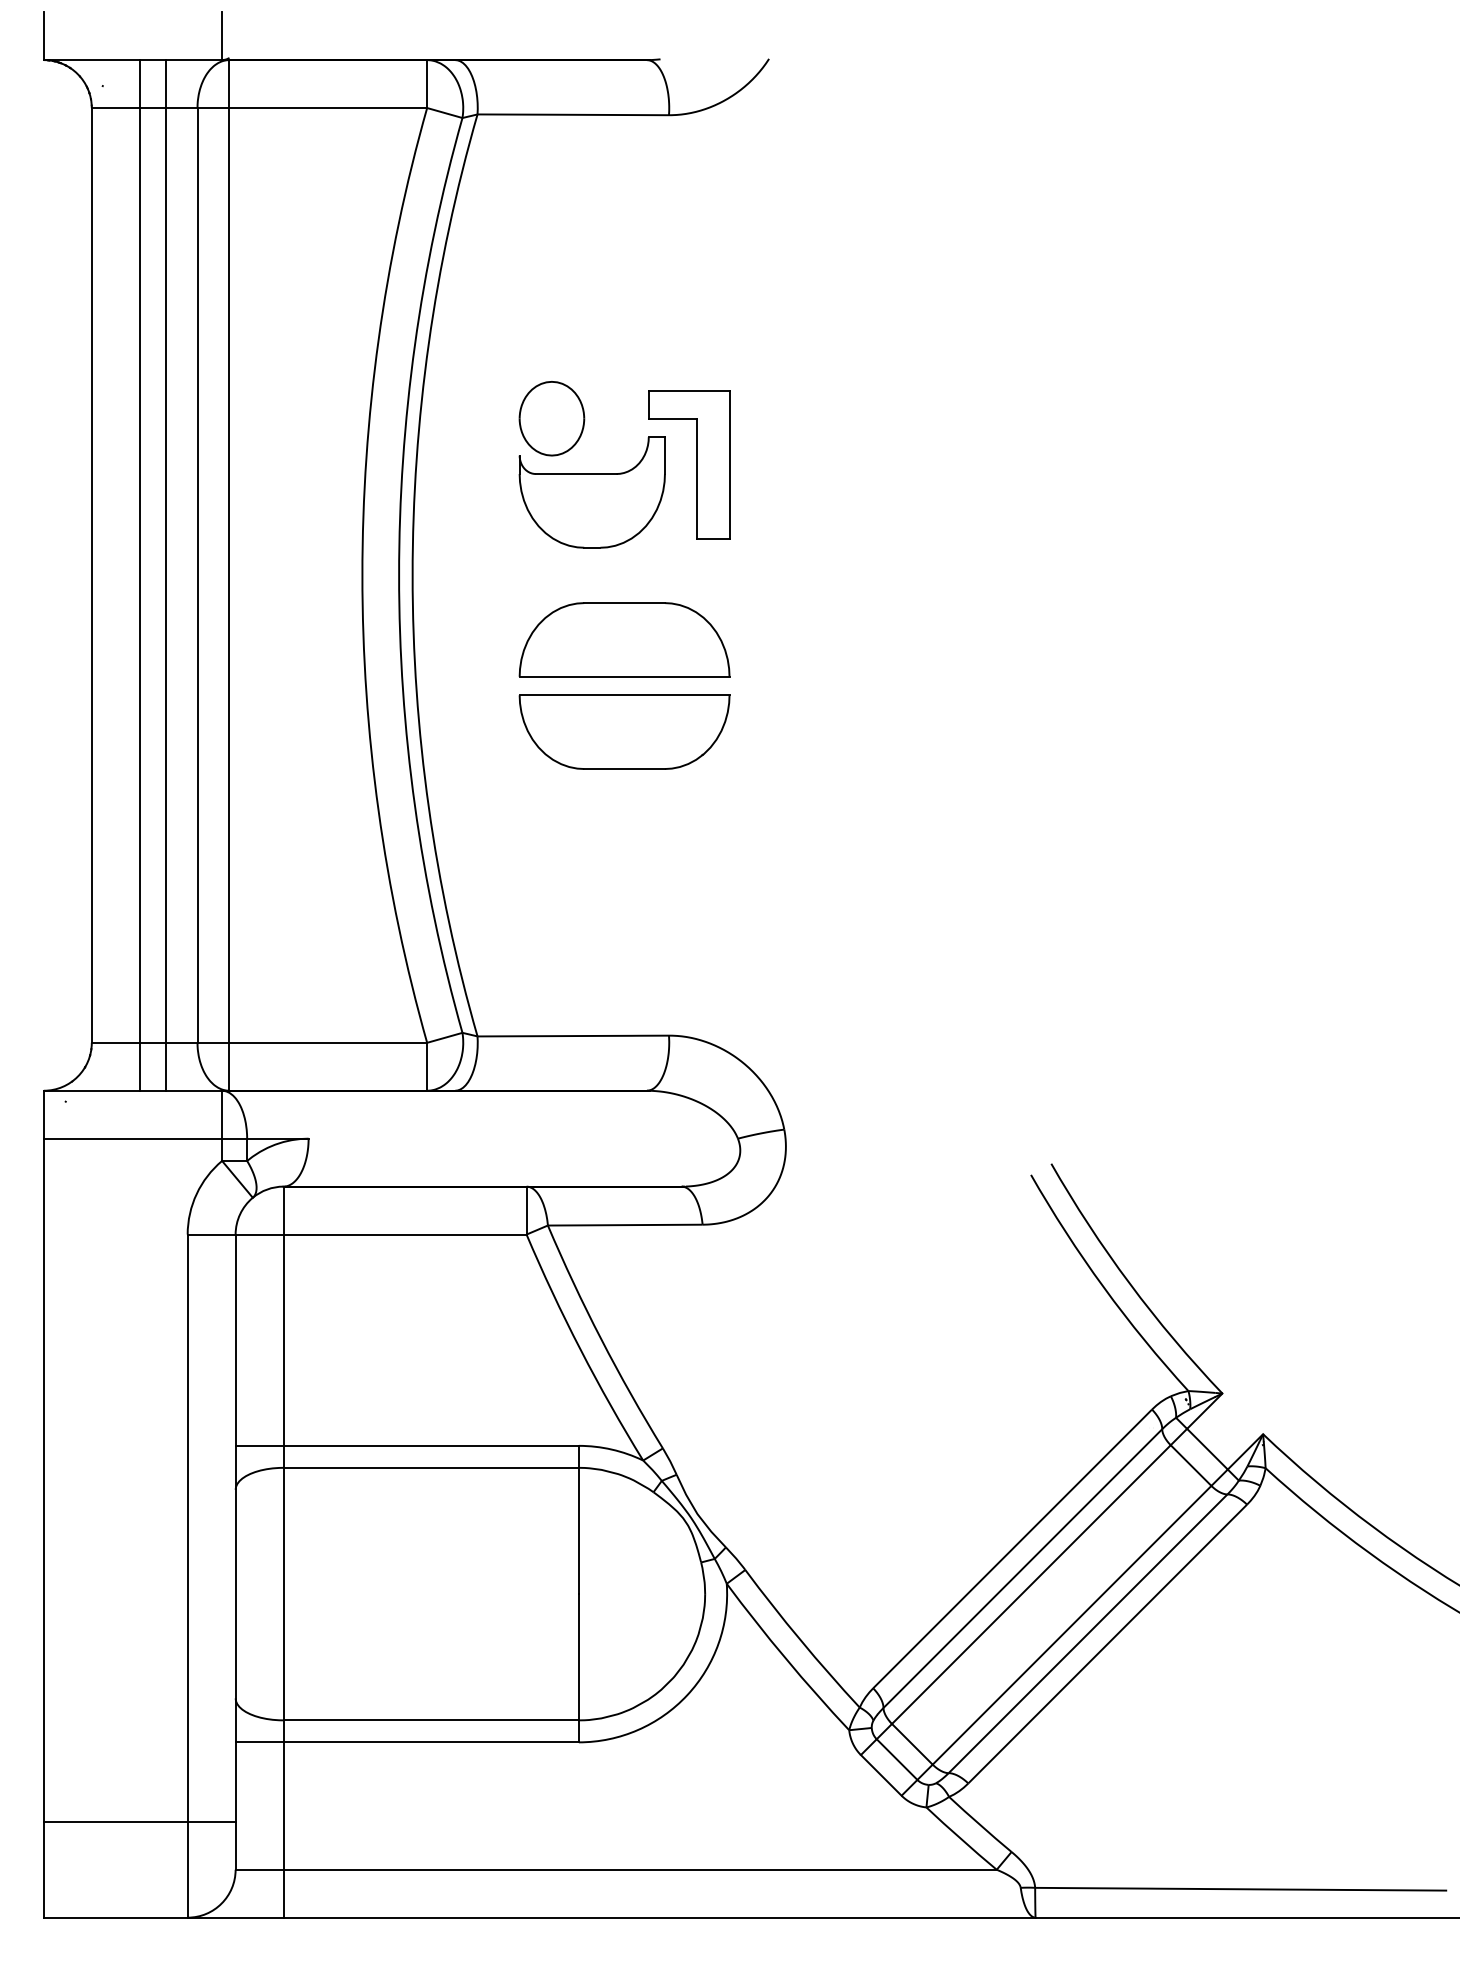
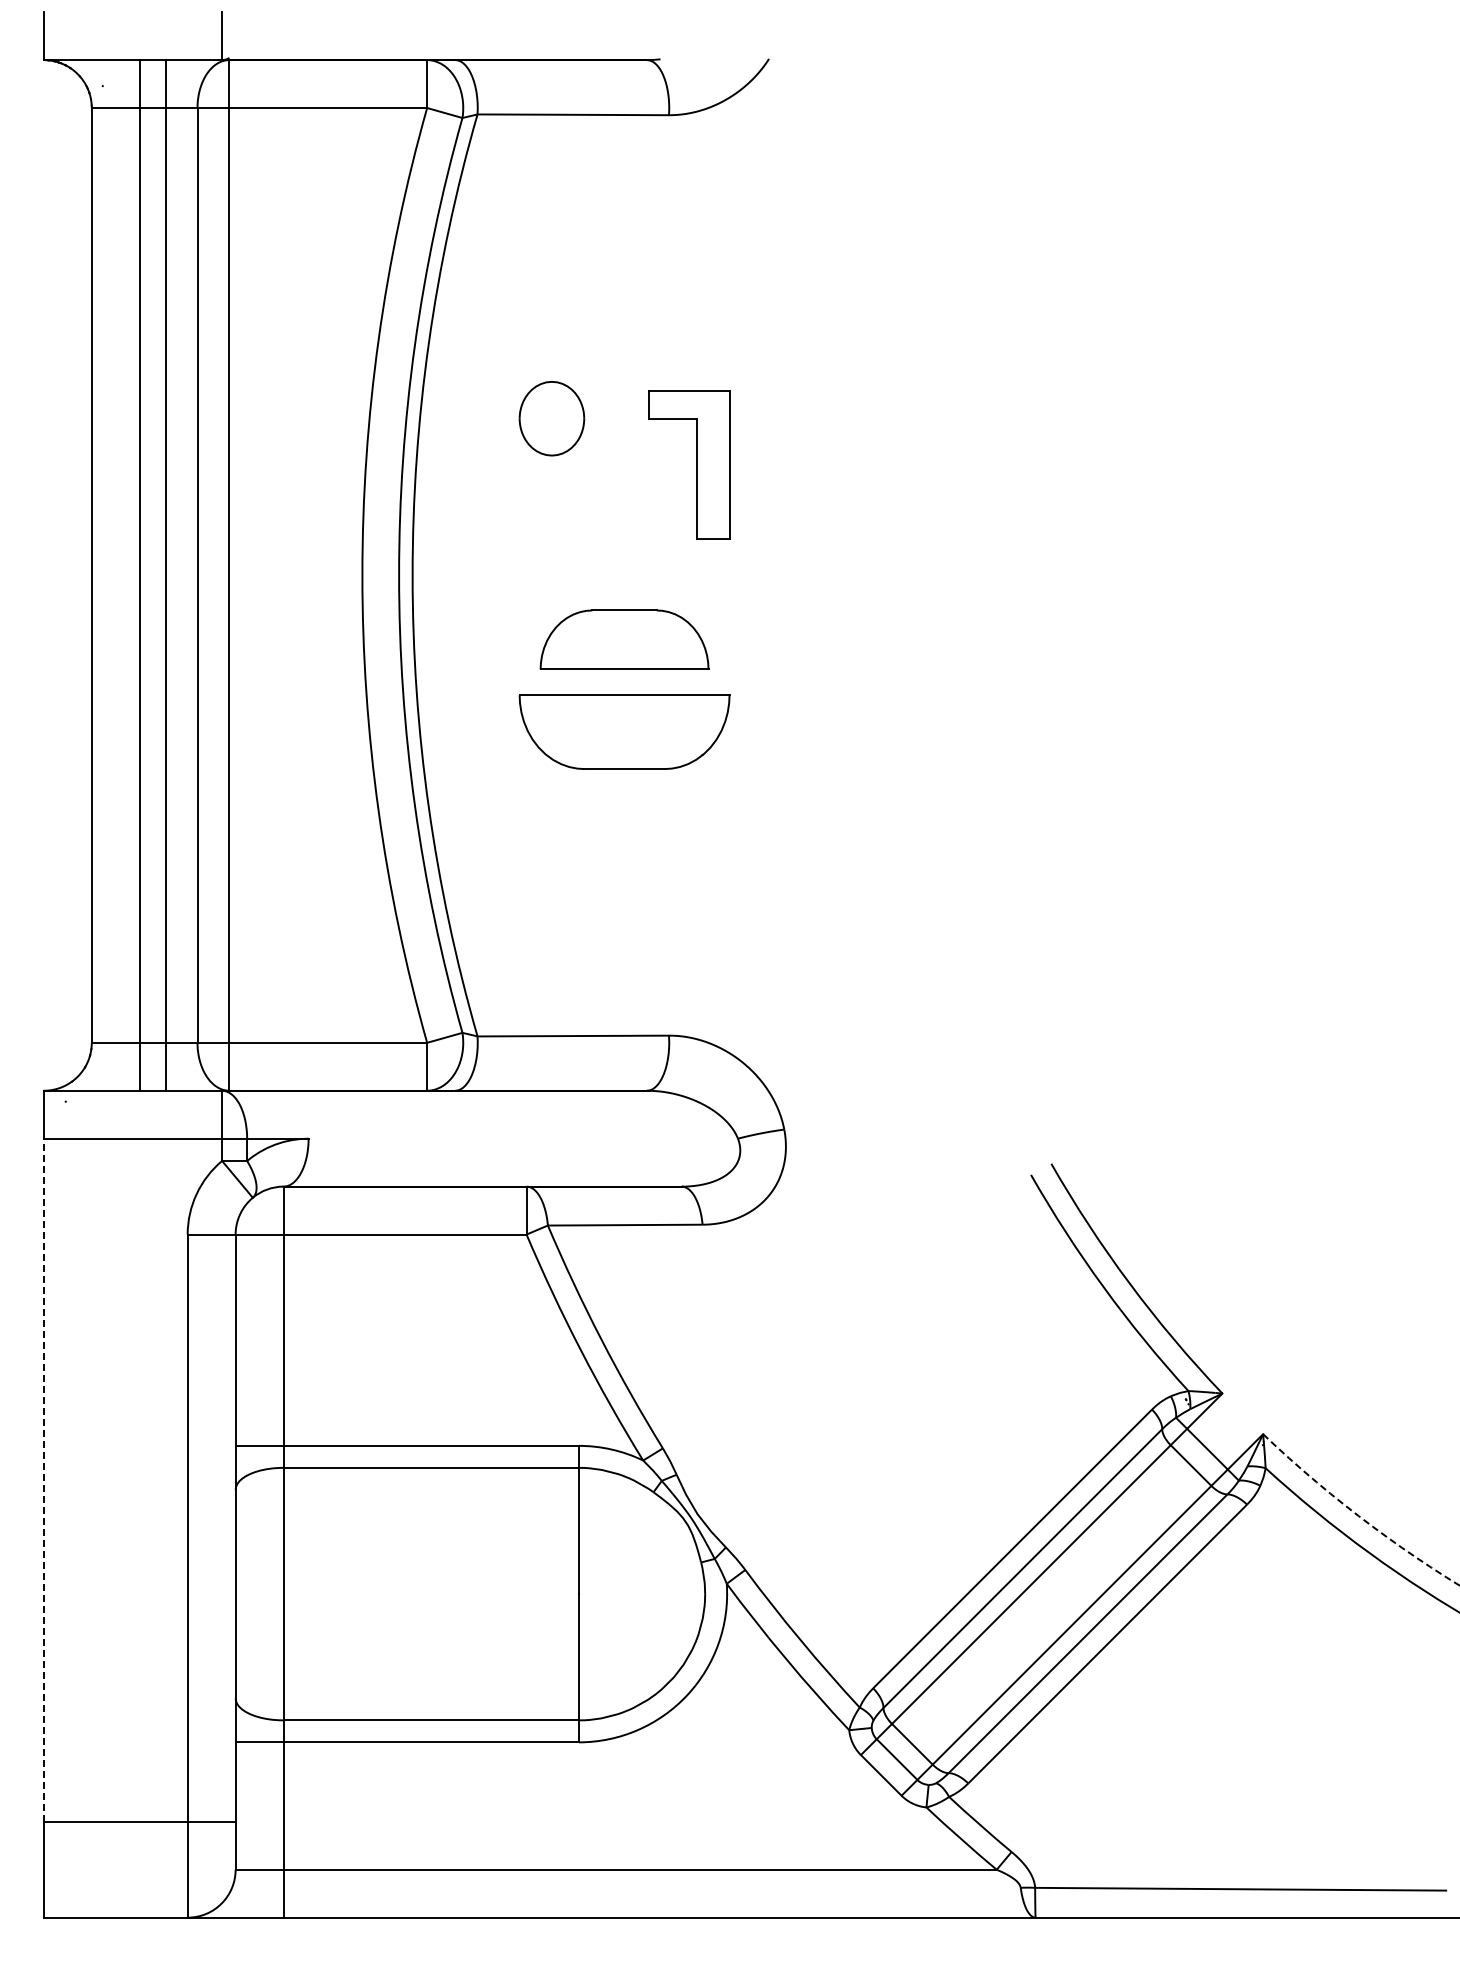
part at (591, 492): present -> none
part at (624, 639) size: 213x76 px -> 171x61 px
line at (43, 1480): solid -> dashed
arc at (1357, 1515): solid -> dashed
